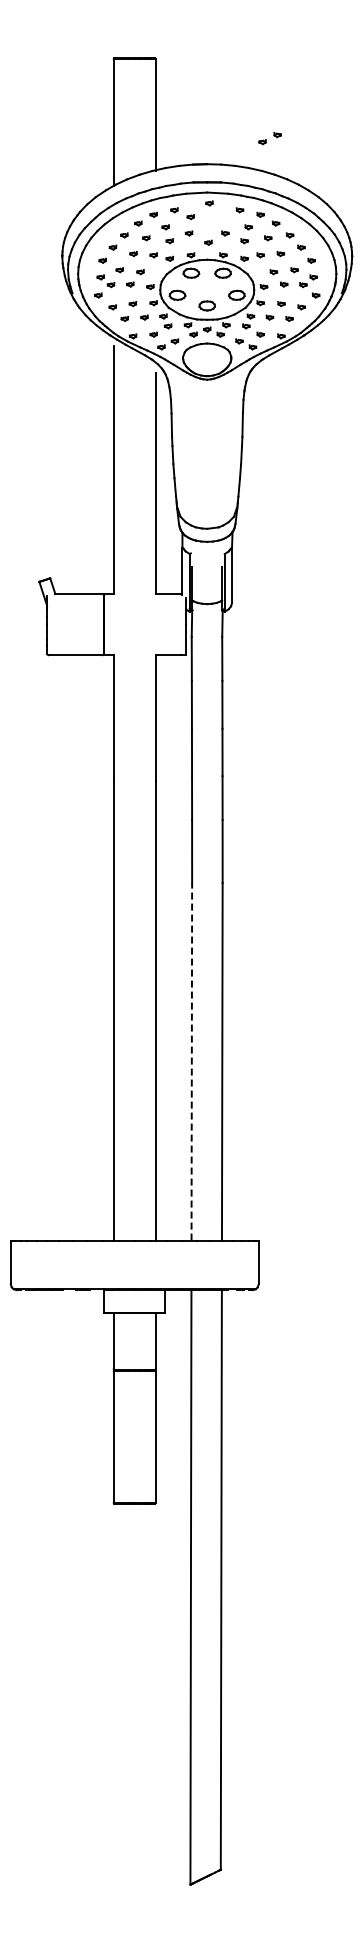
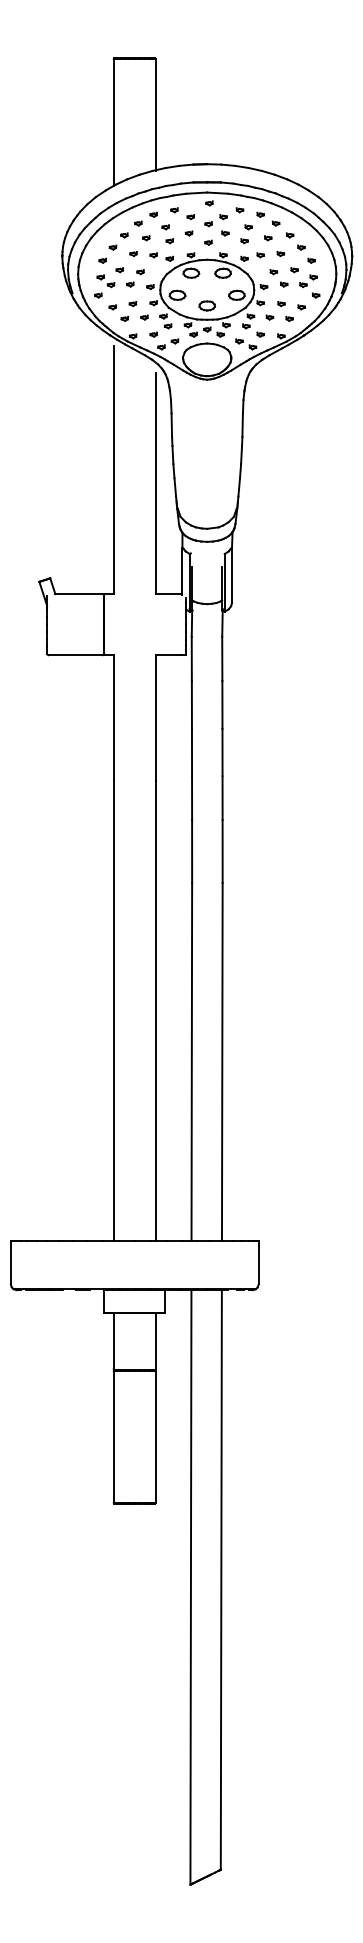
part at (269, 138) position: (269, 138) -> (215, 220)
line at (191, 1061): dashed -> solid
